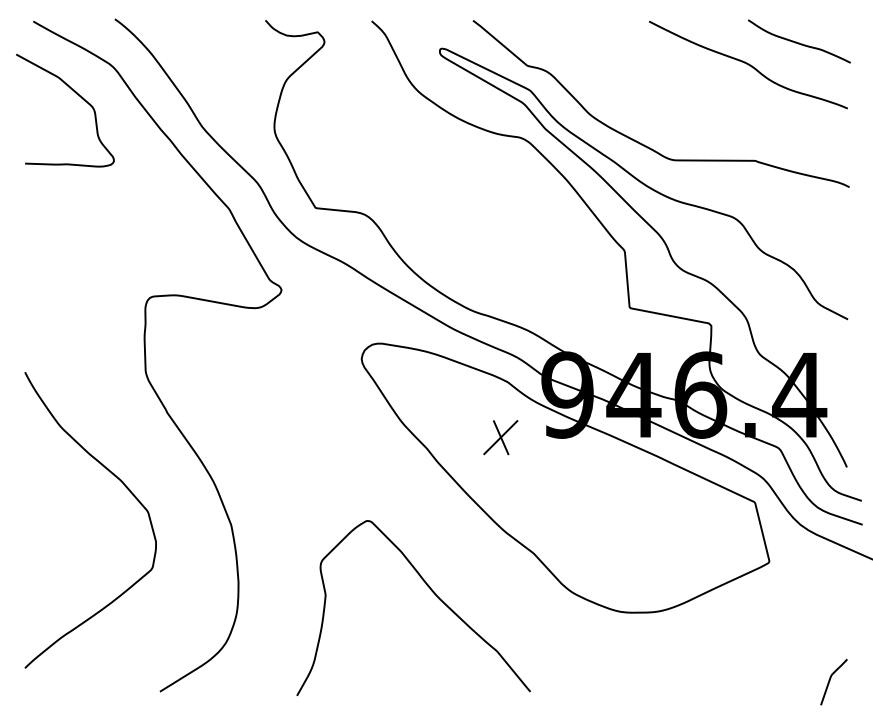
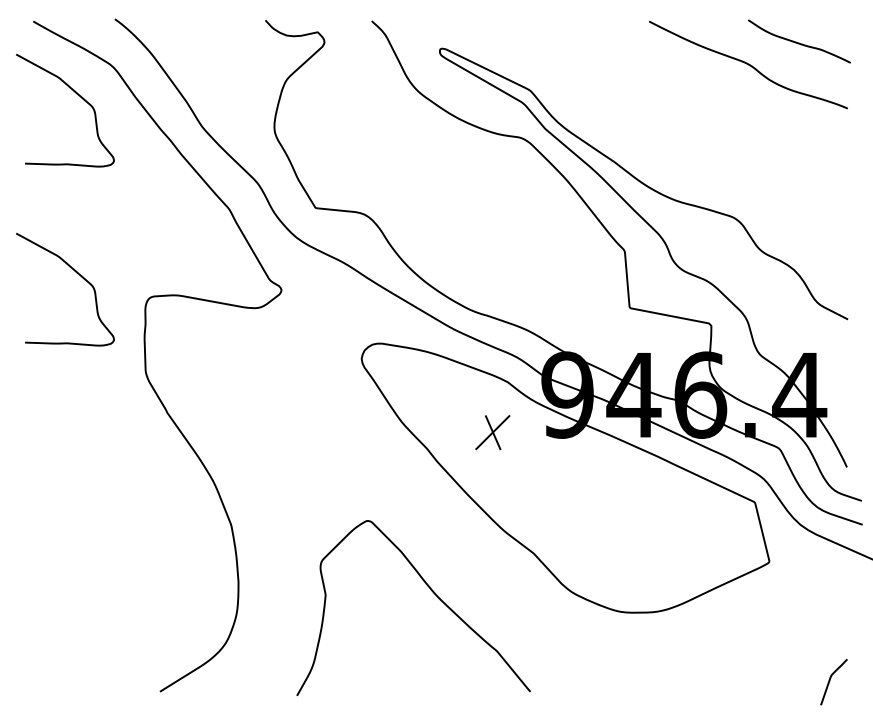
curve at (640, 142): present -> none
curve at (77, 274): none -> present
part at (500, 437) position: (500, 437) -> (492, 432)
curve at (124, 486): present -> none
